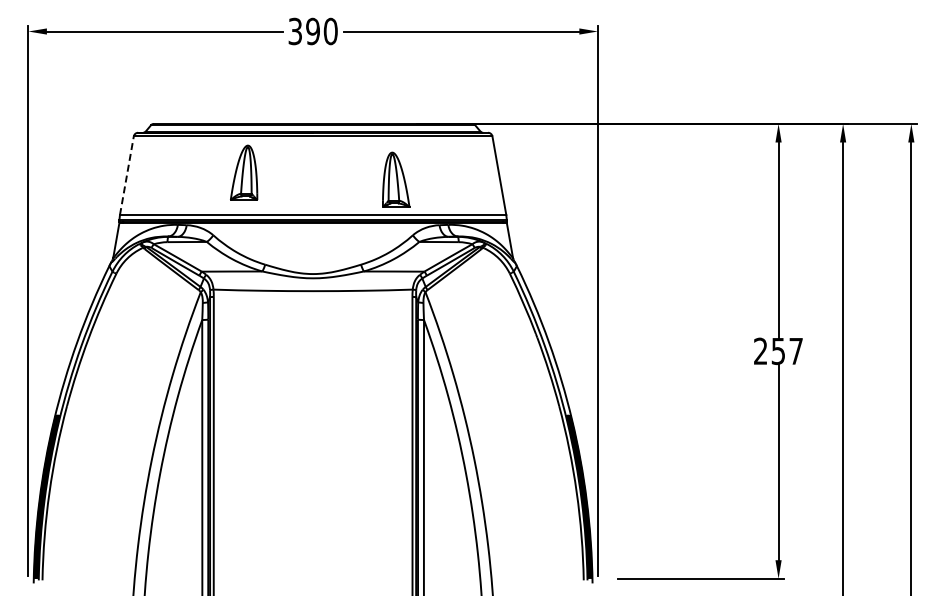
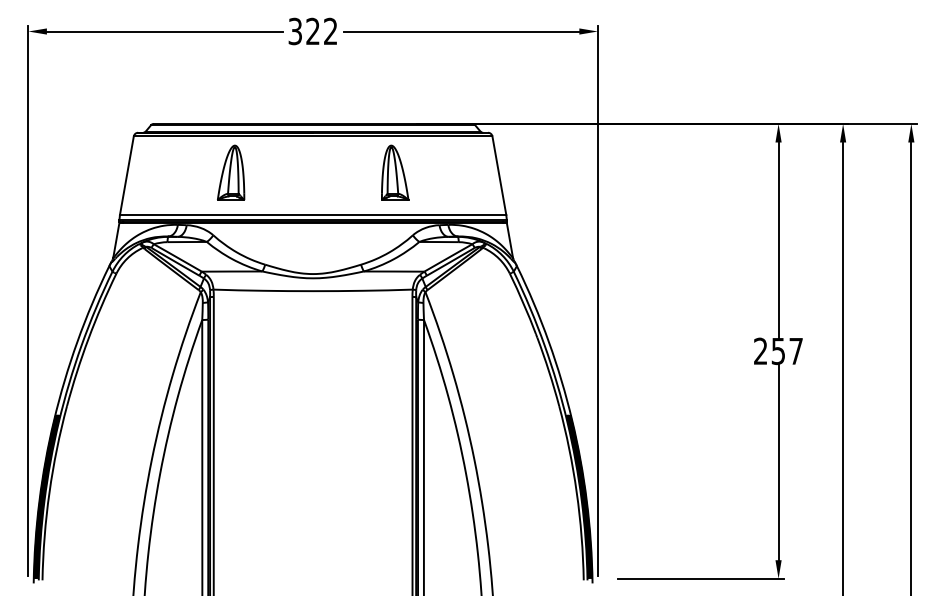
text at (321, 31): 390 -> 322
part at (244, 172) position: (244, 172) -> (231, 172)
line at (126, 175): dashed -> solid
part at (396, 179) position: (396, 179) -> (395, 172)
